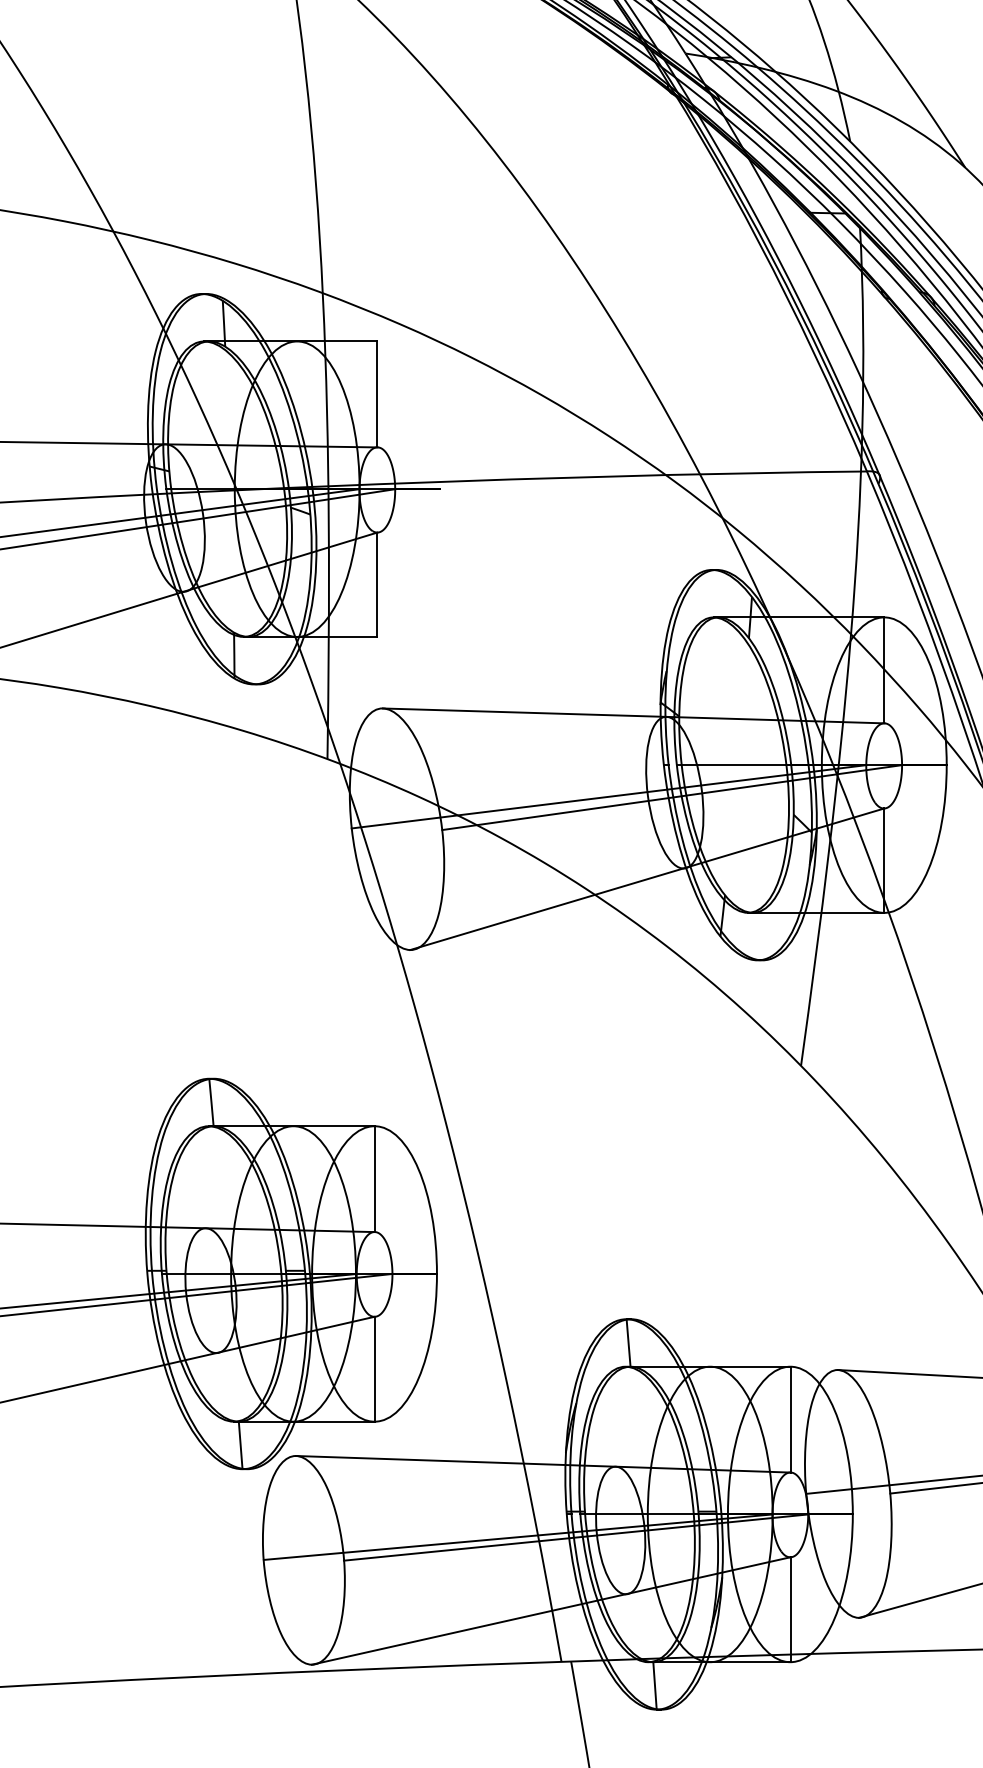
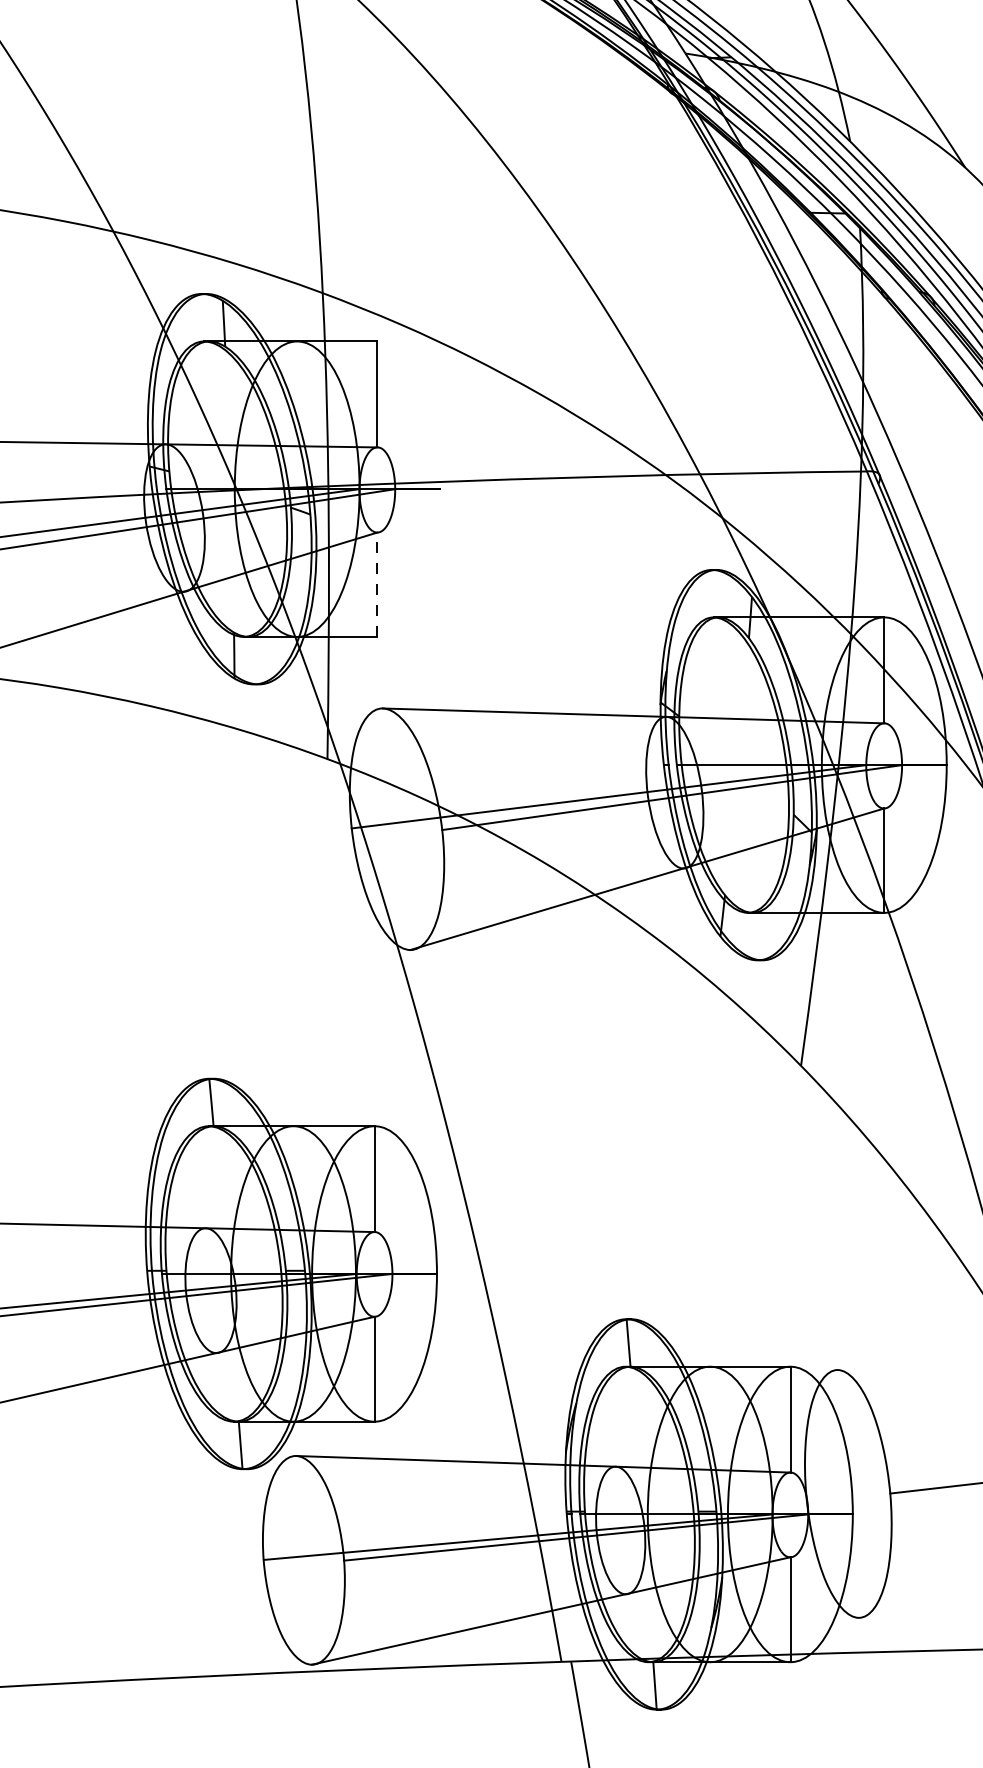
line at (377, 584): solid -> dashed
line at (908, 1373): present -> none
line at (892, 1484): present -> none
line at (919, 1600): present -> none
